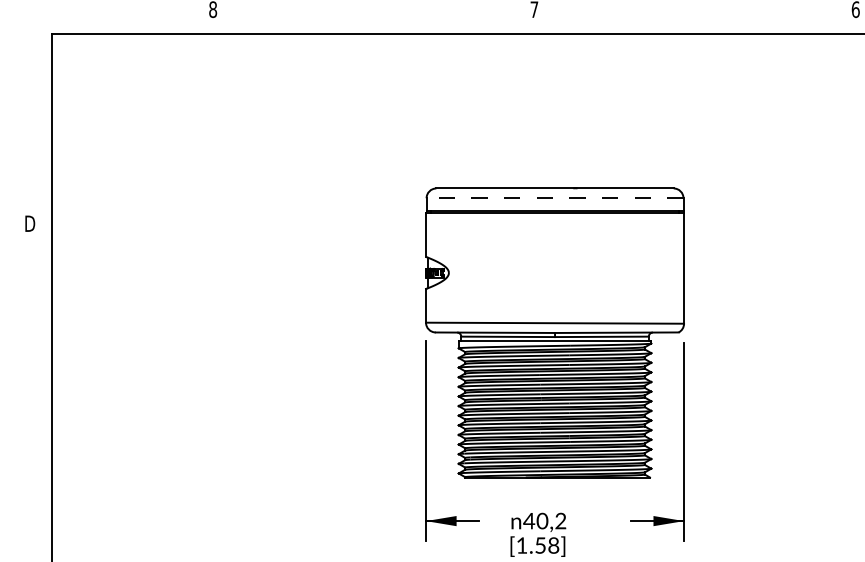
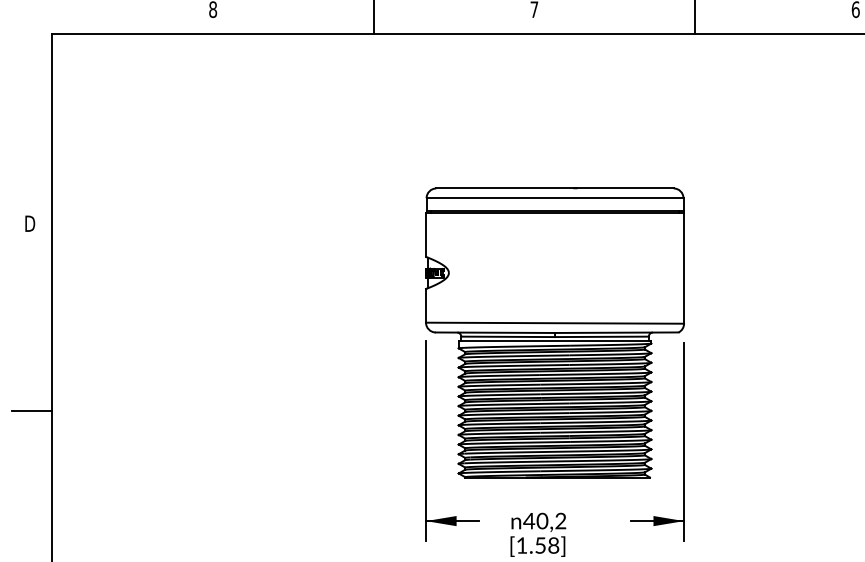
line at (373, 18): none -> present
line at (695, 18): none -> present
line at (554, 198): dashed -> solid
line at (31, 411): none -> present
